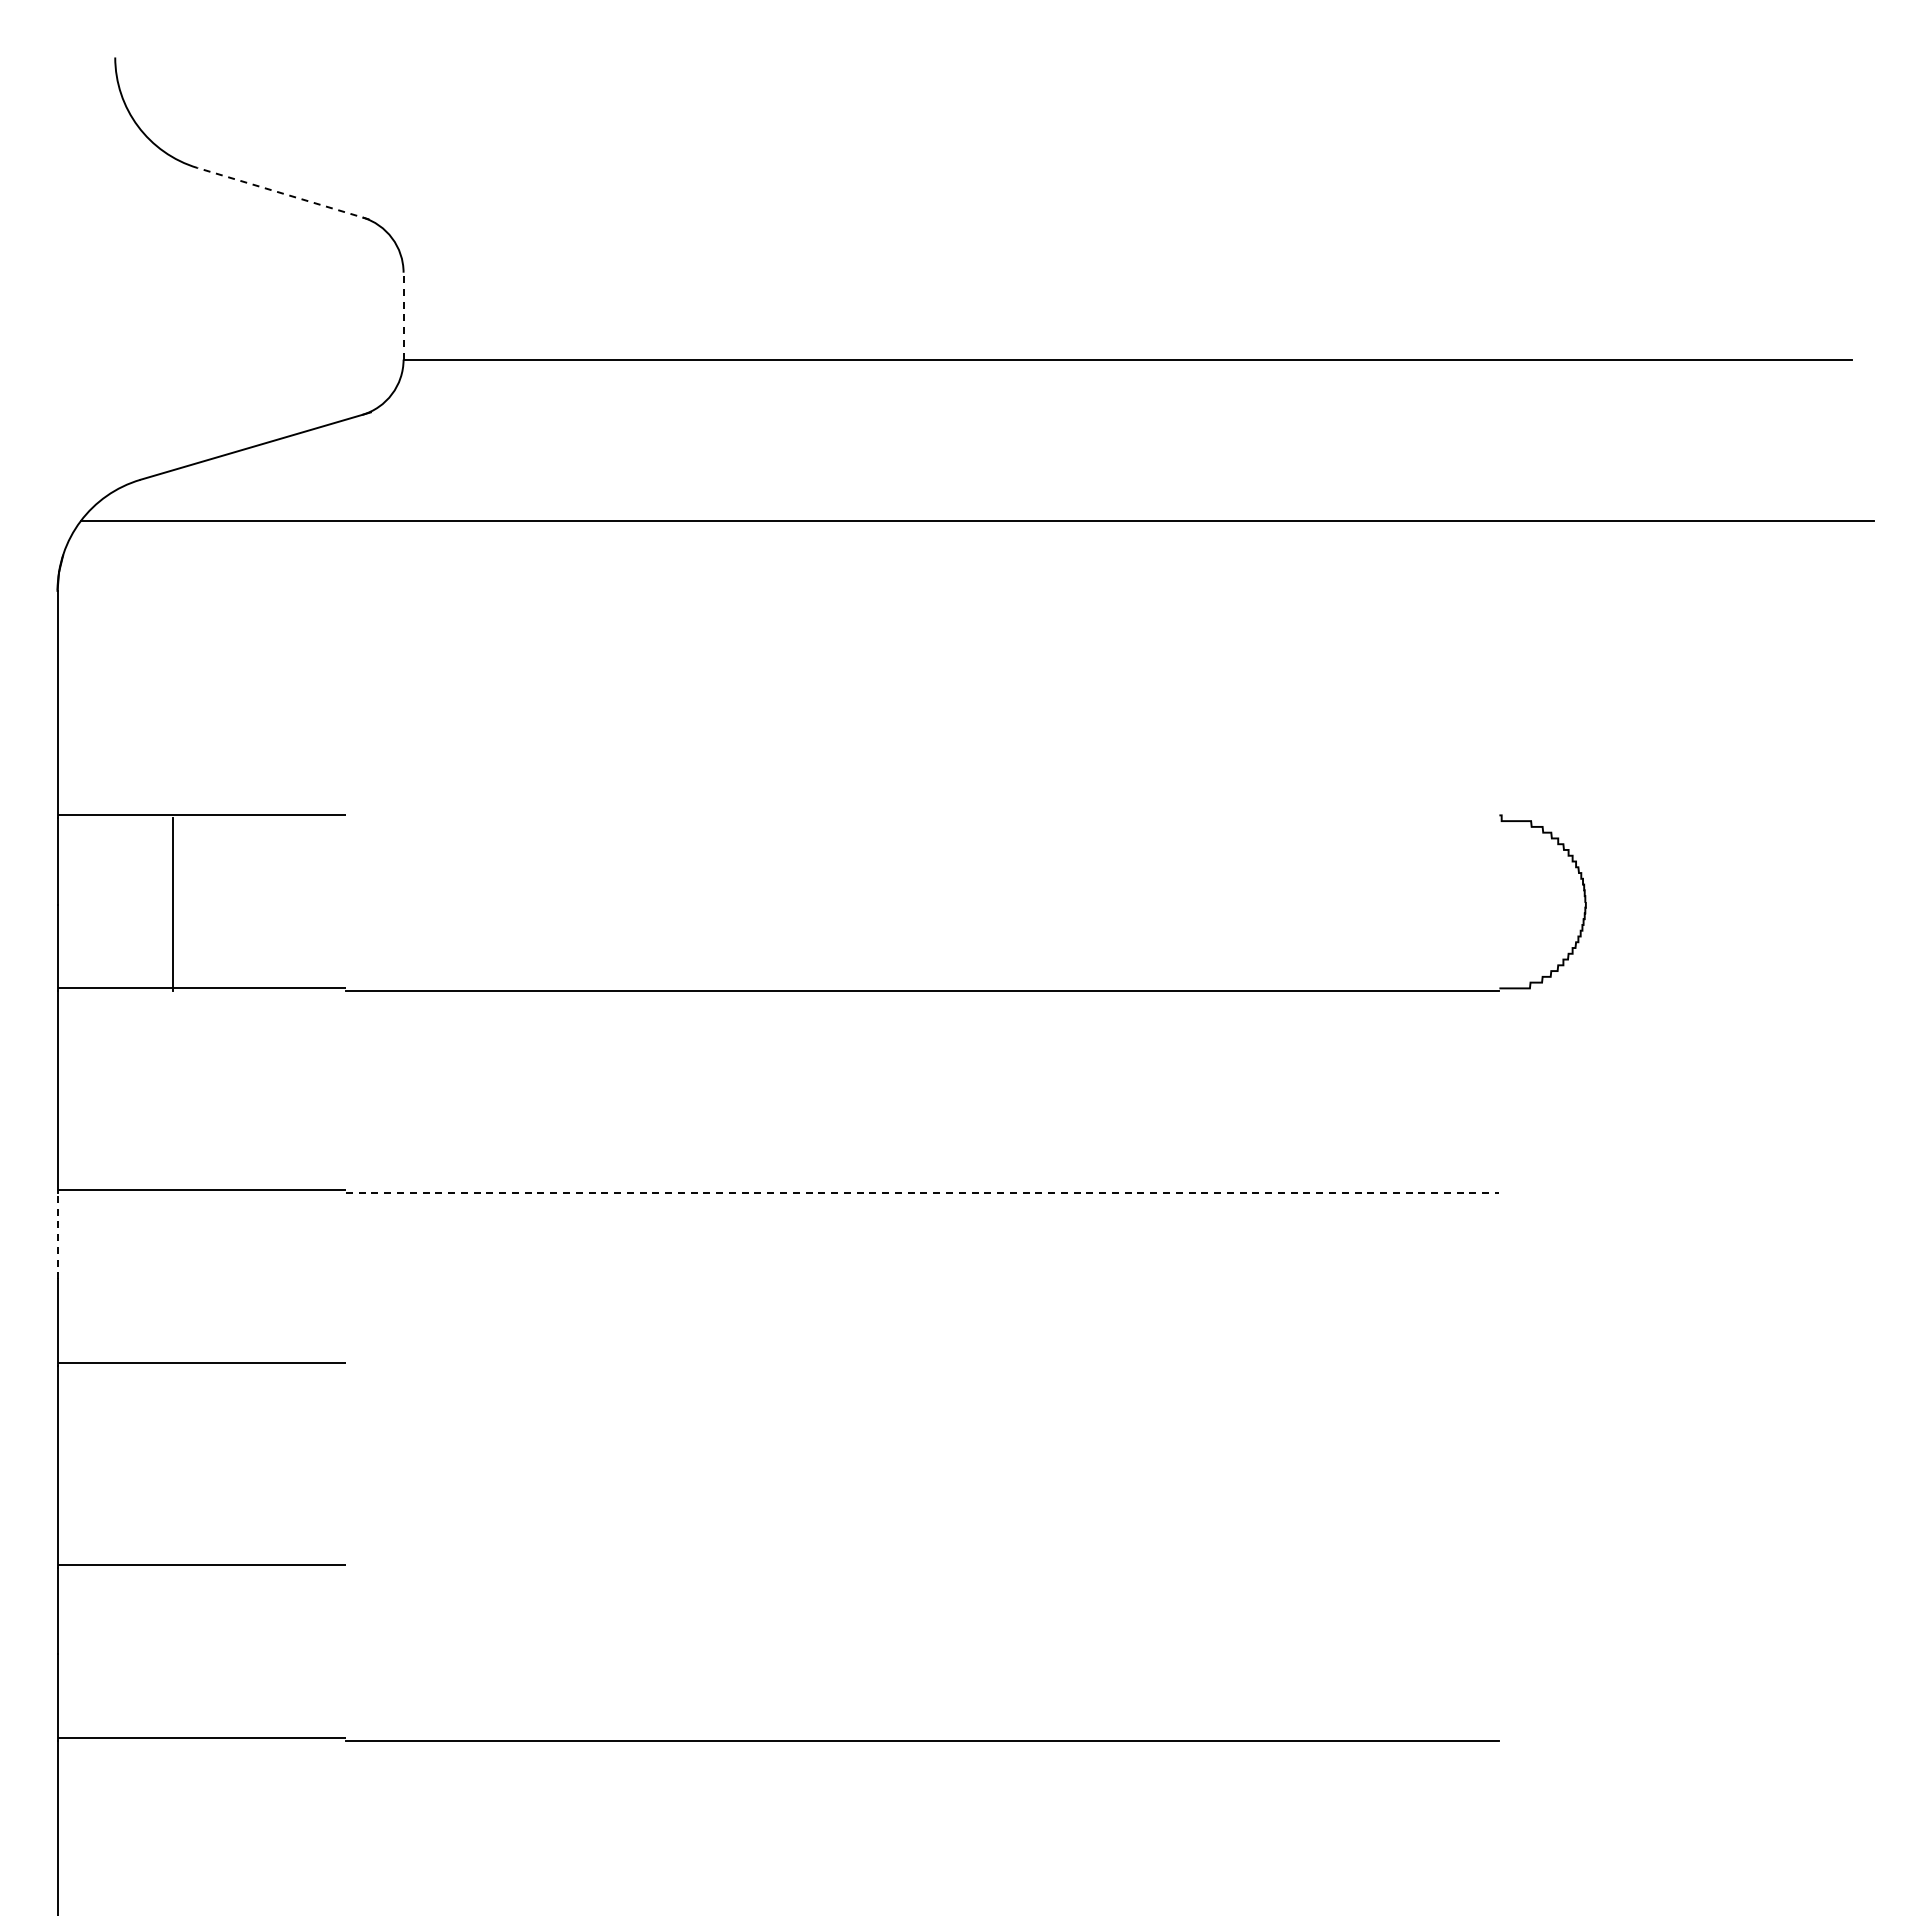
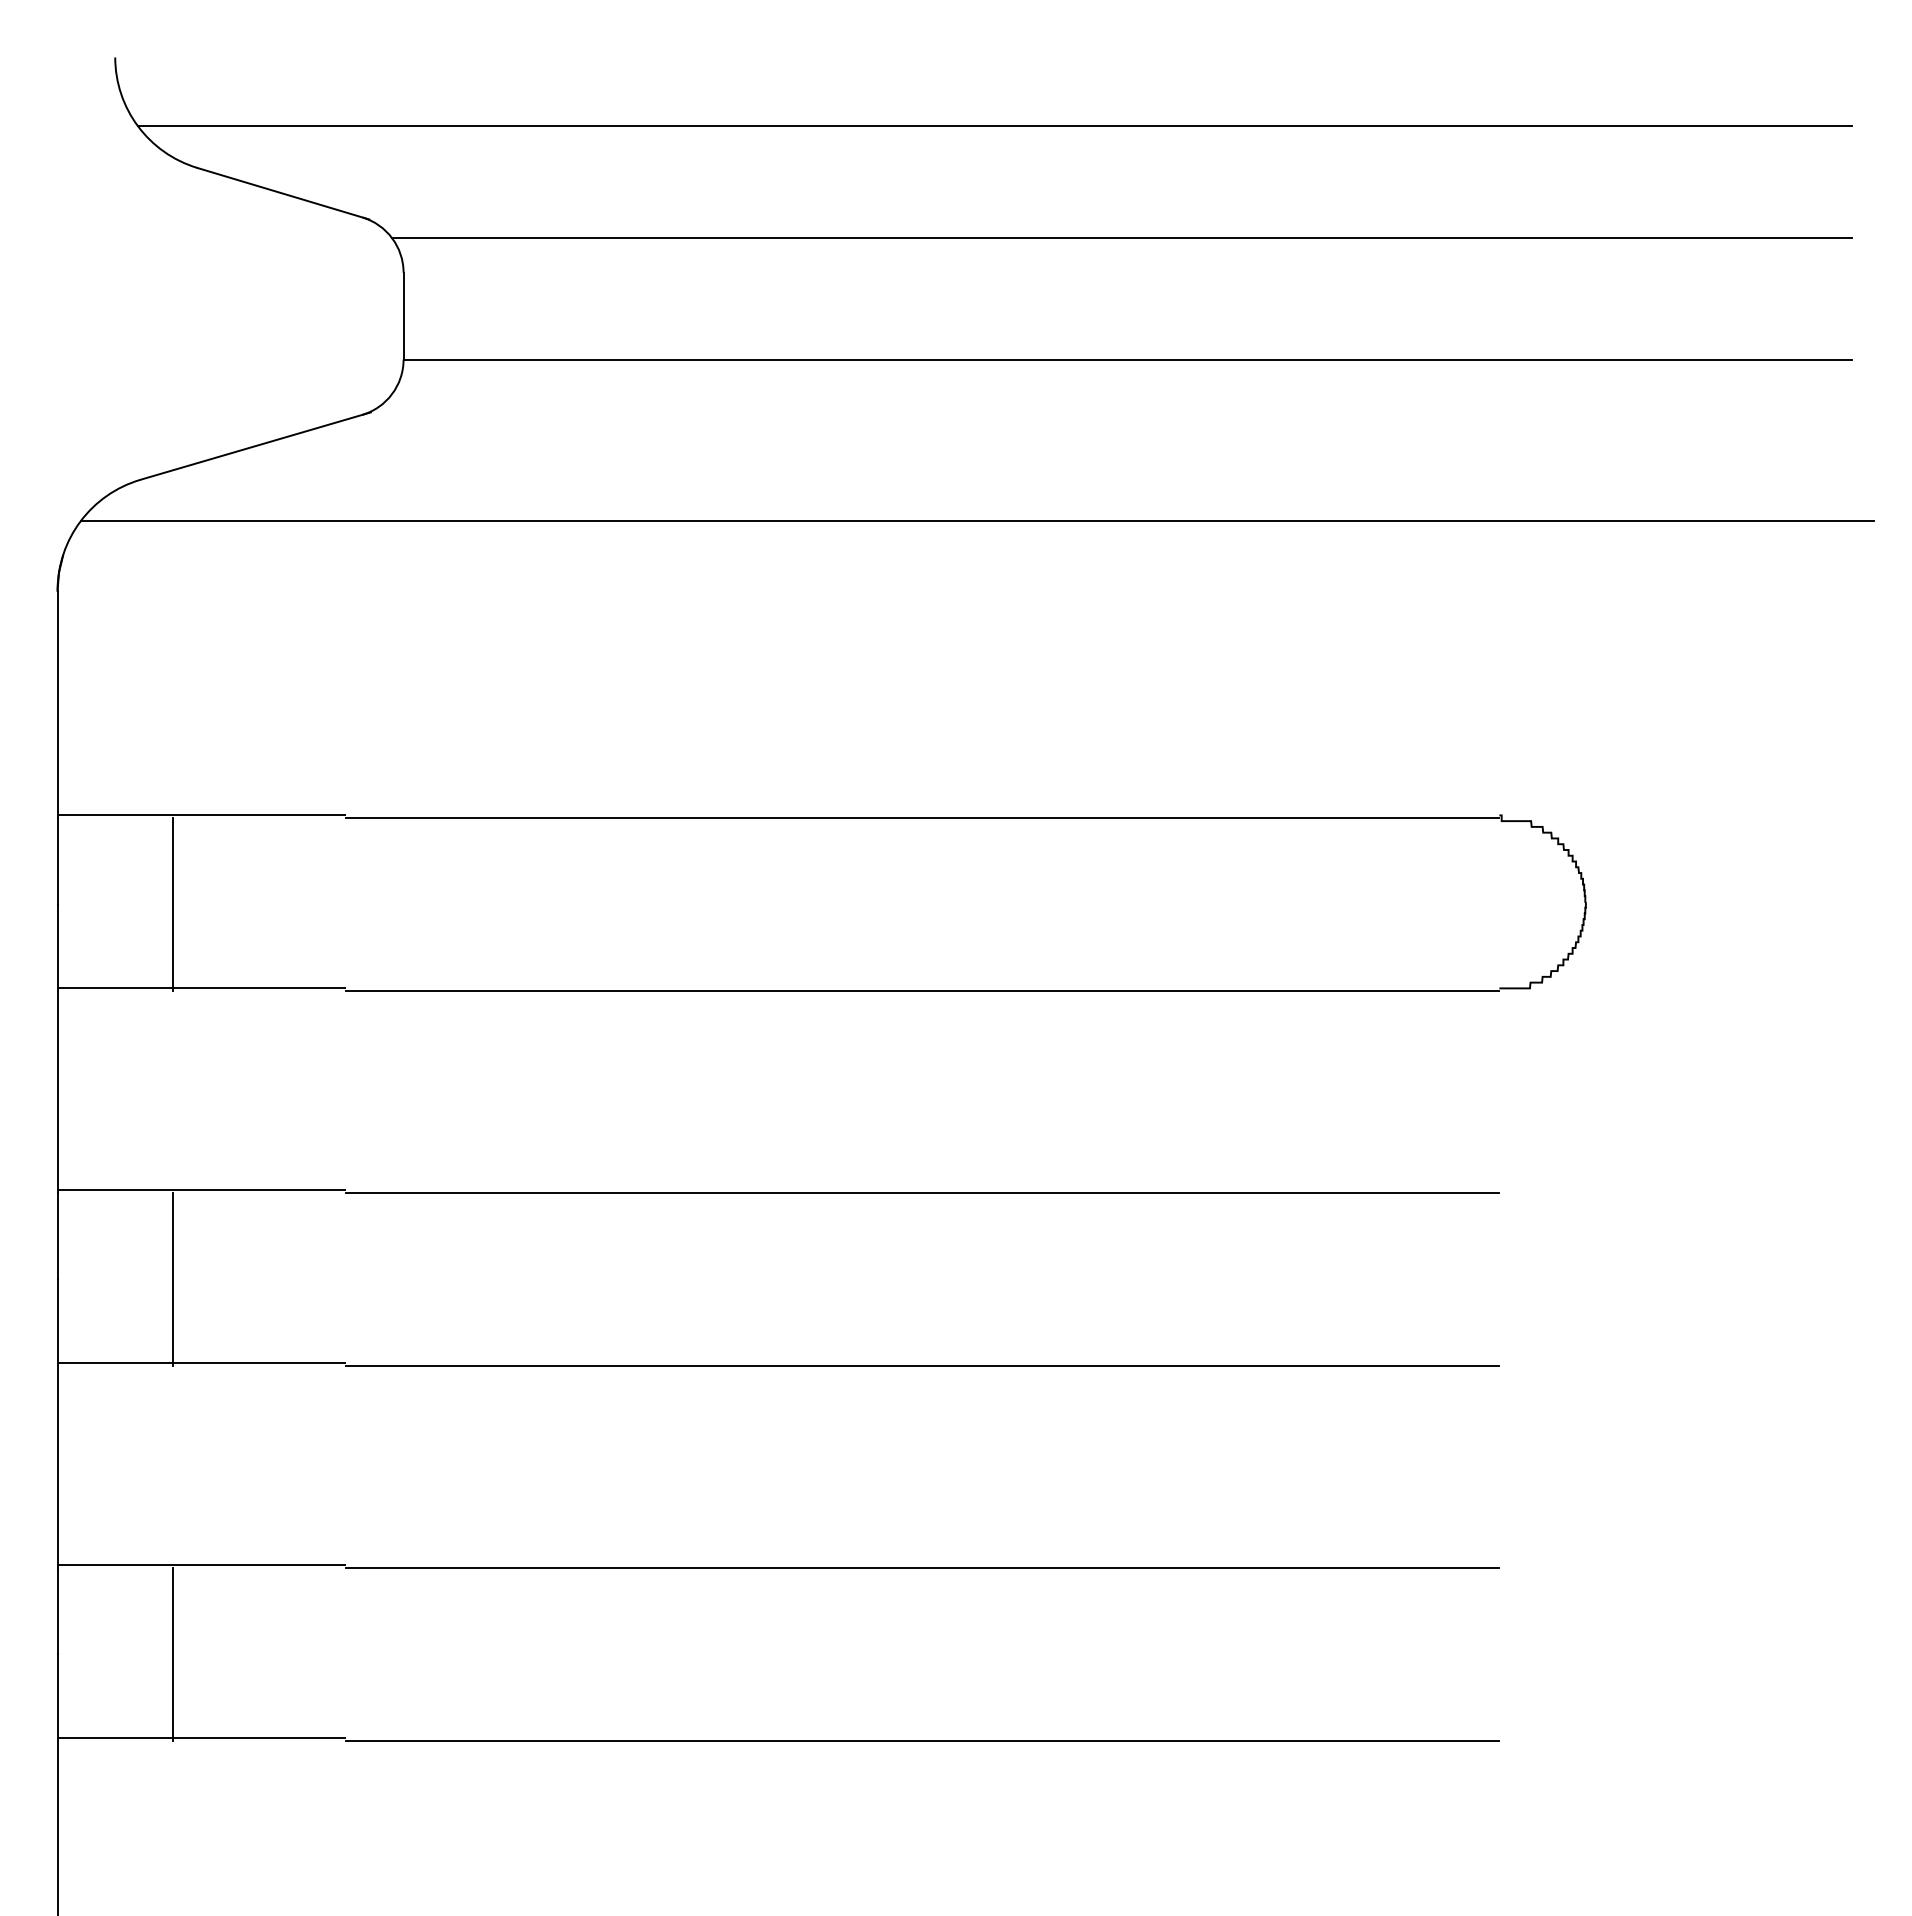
line at (994, 126): none -> present
line at (283, 193): dashed -> solid
line at (1121, 238): none -> present
line at (403, 315): dashed -> solid
line at (922, 818): none -> present
line at (922, 1192): dashed -> solid
line at (57, 1235): dashed -> solid
line at (172, 1278): none -> present
line at (922, 1365): none -> present
line at (922, 1567): none -> present
line at (172, 1653): none -> present
